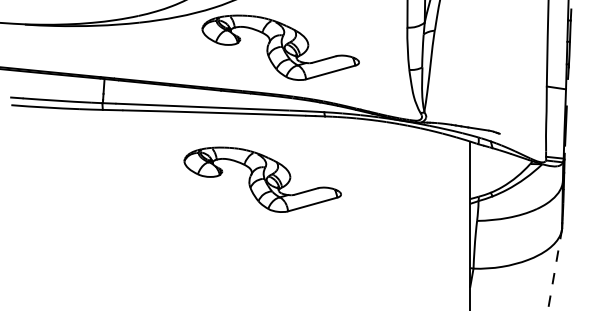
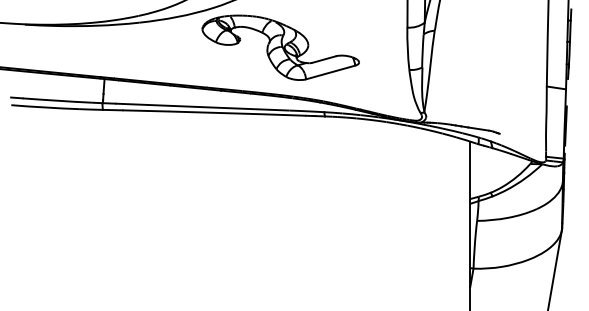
part at (262, 179): present -> none
line at (554, 270): dashed -> solid
